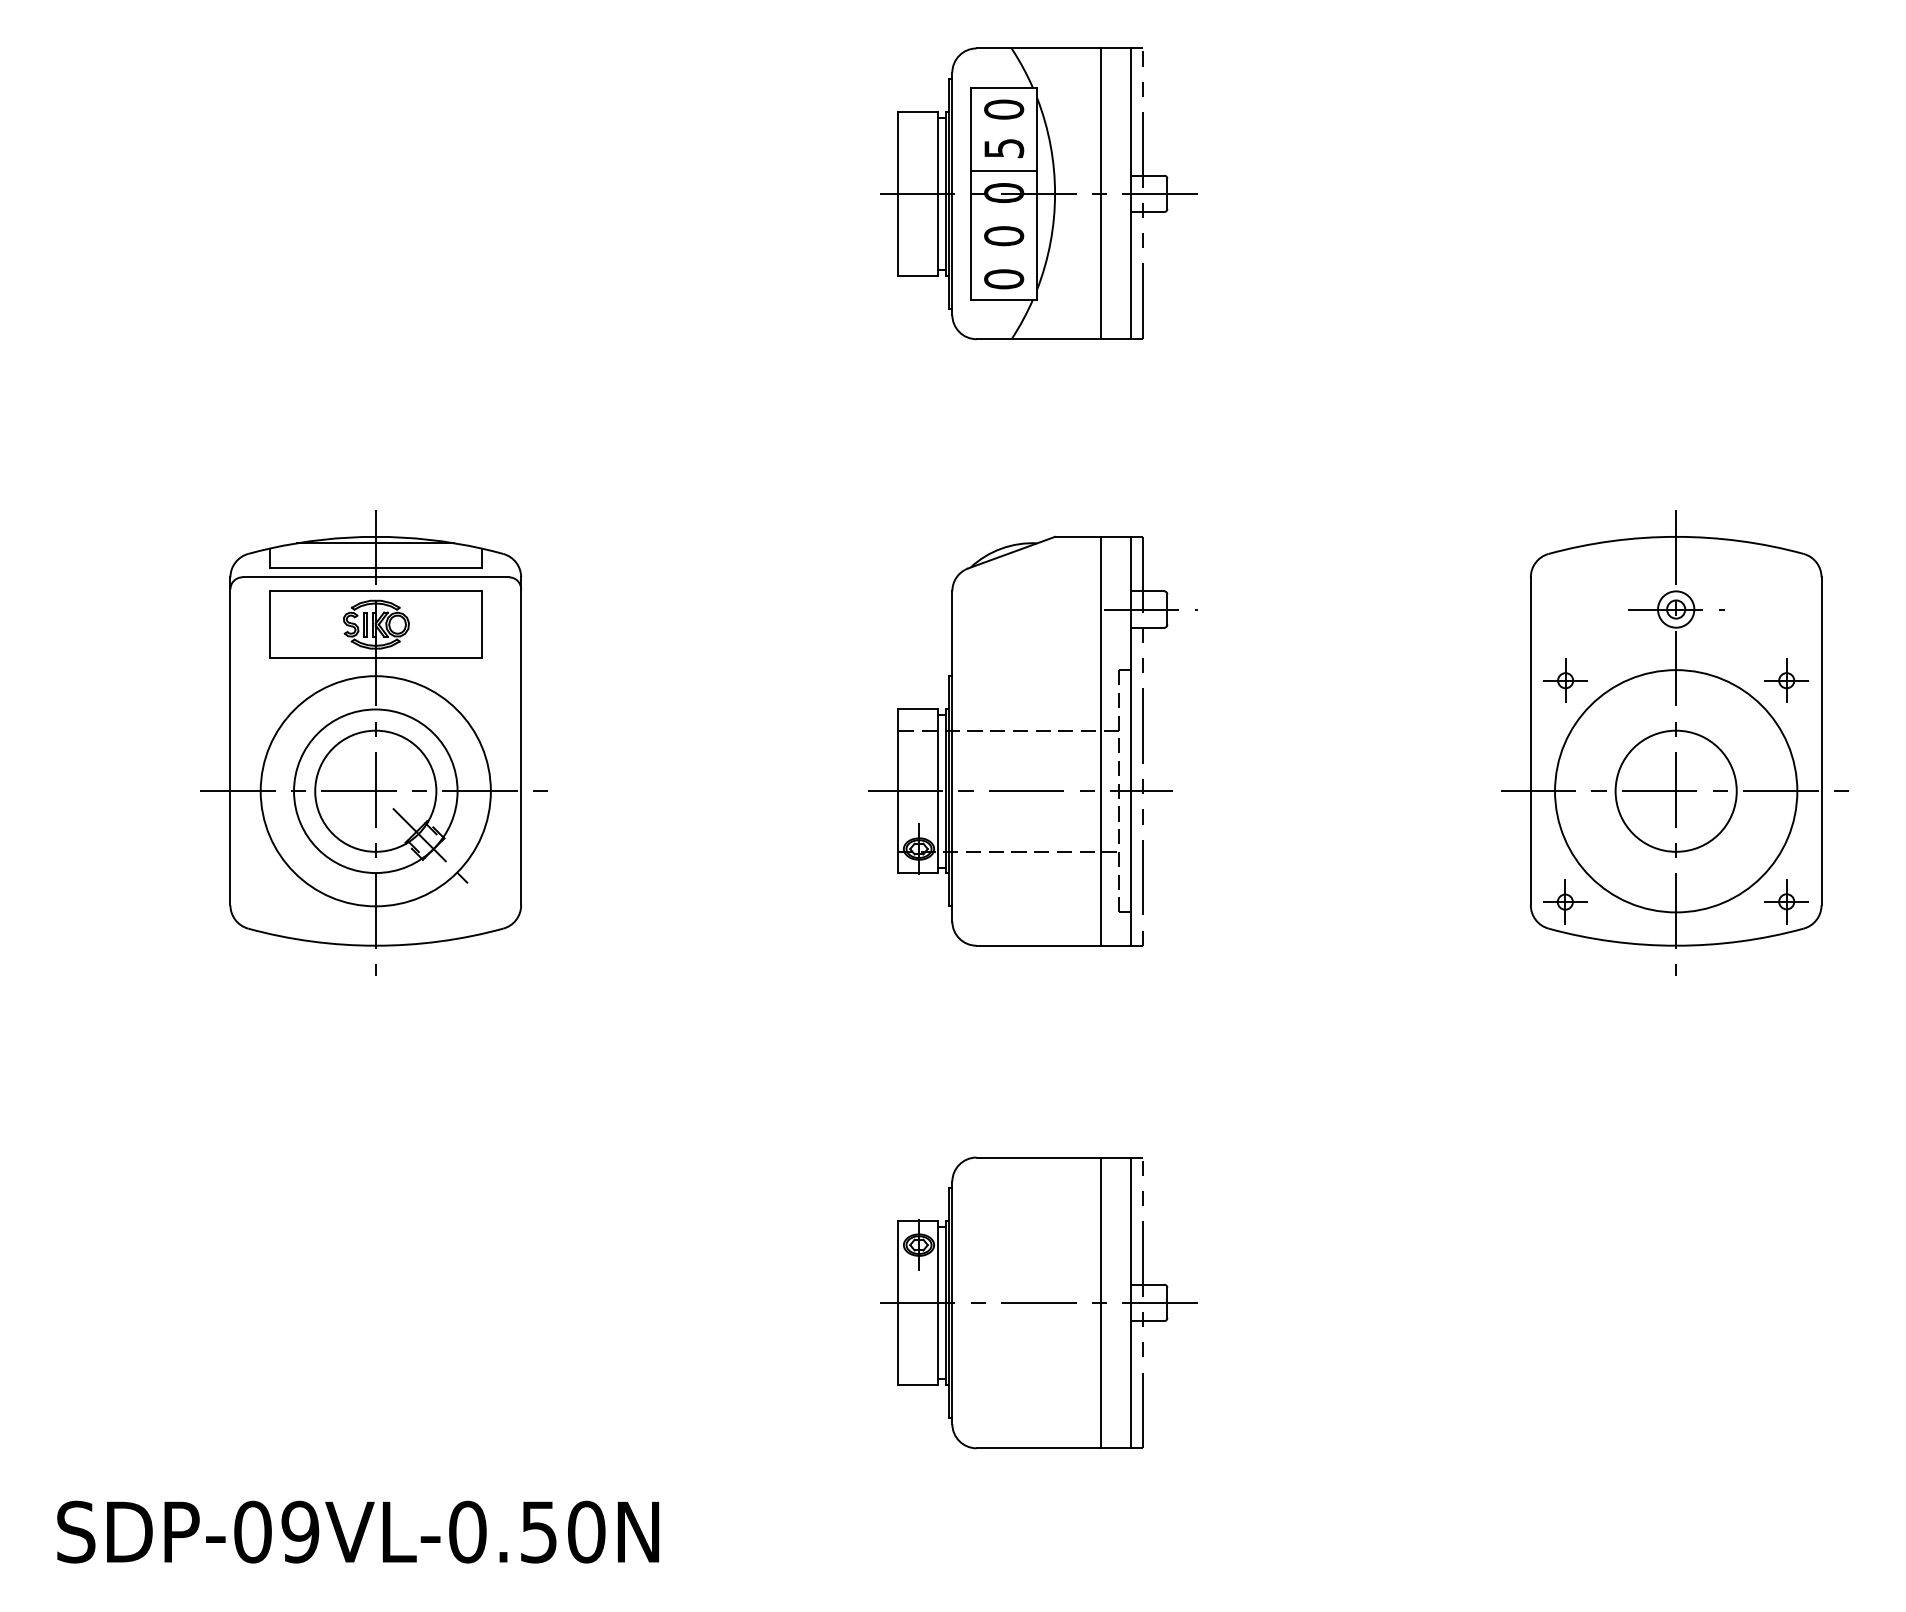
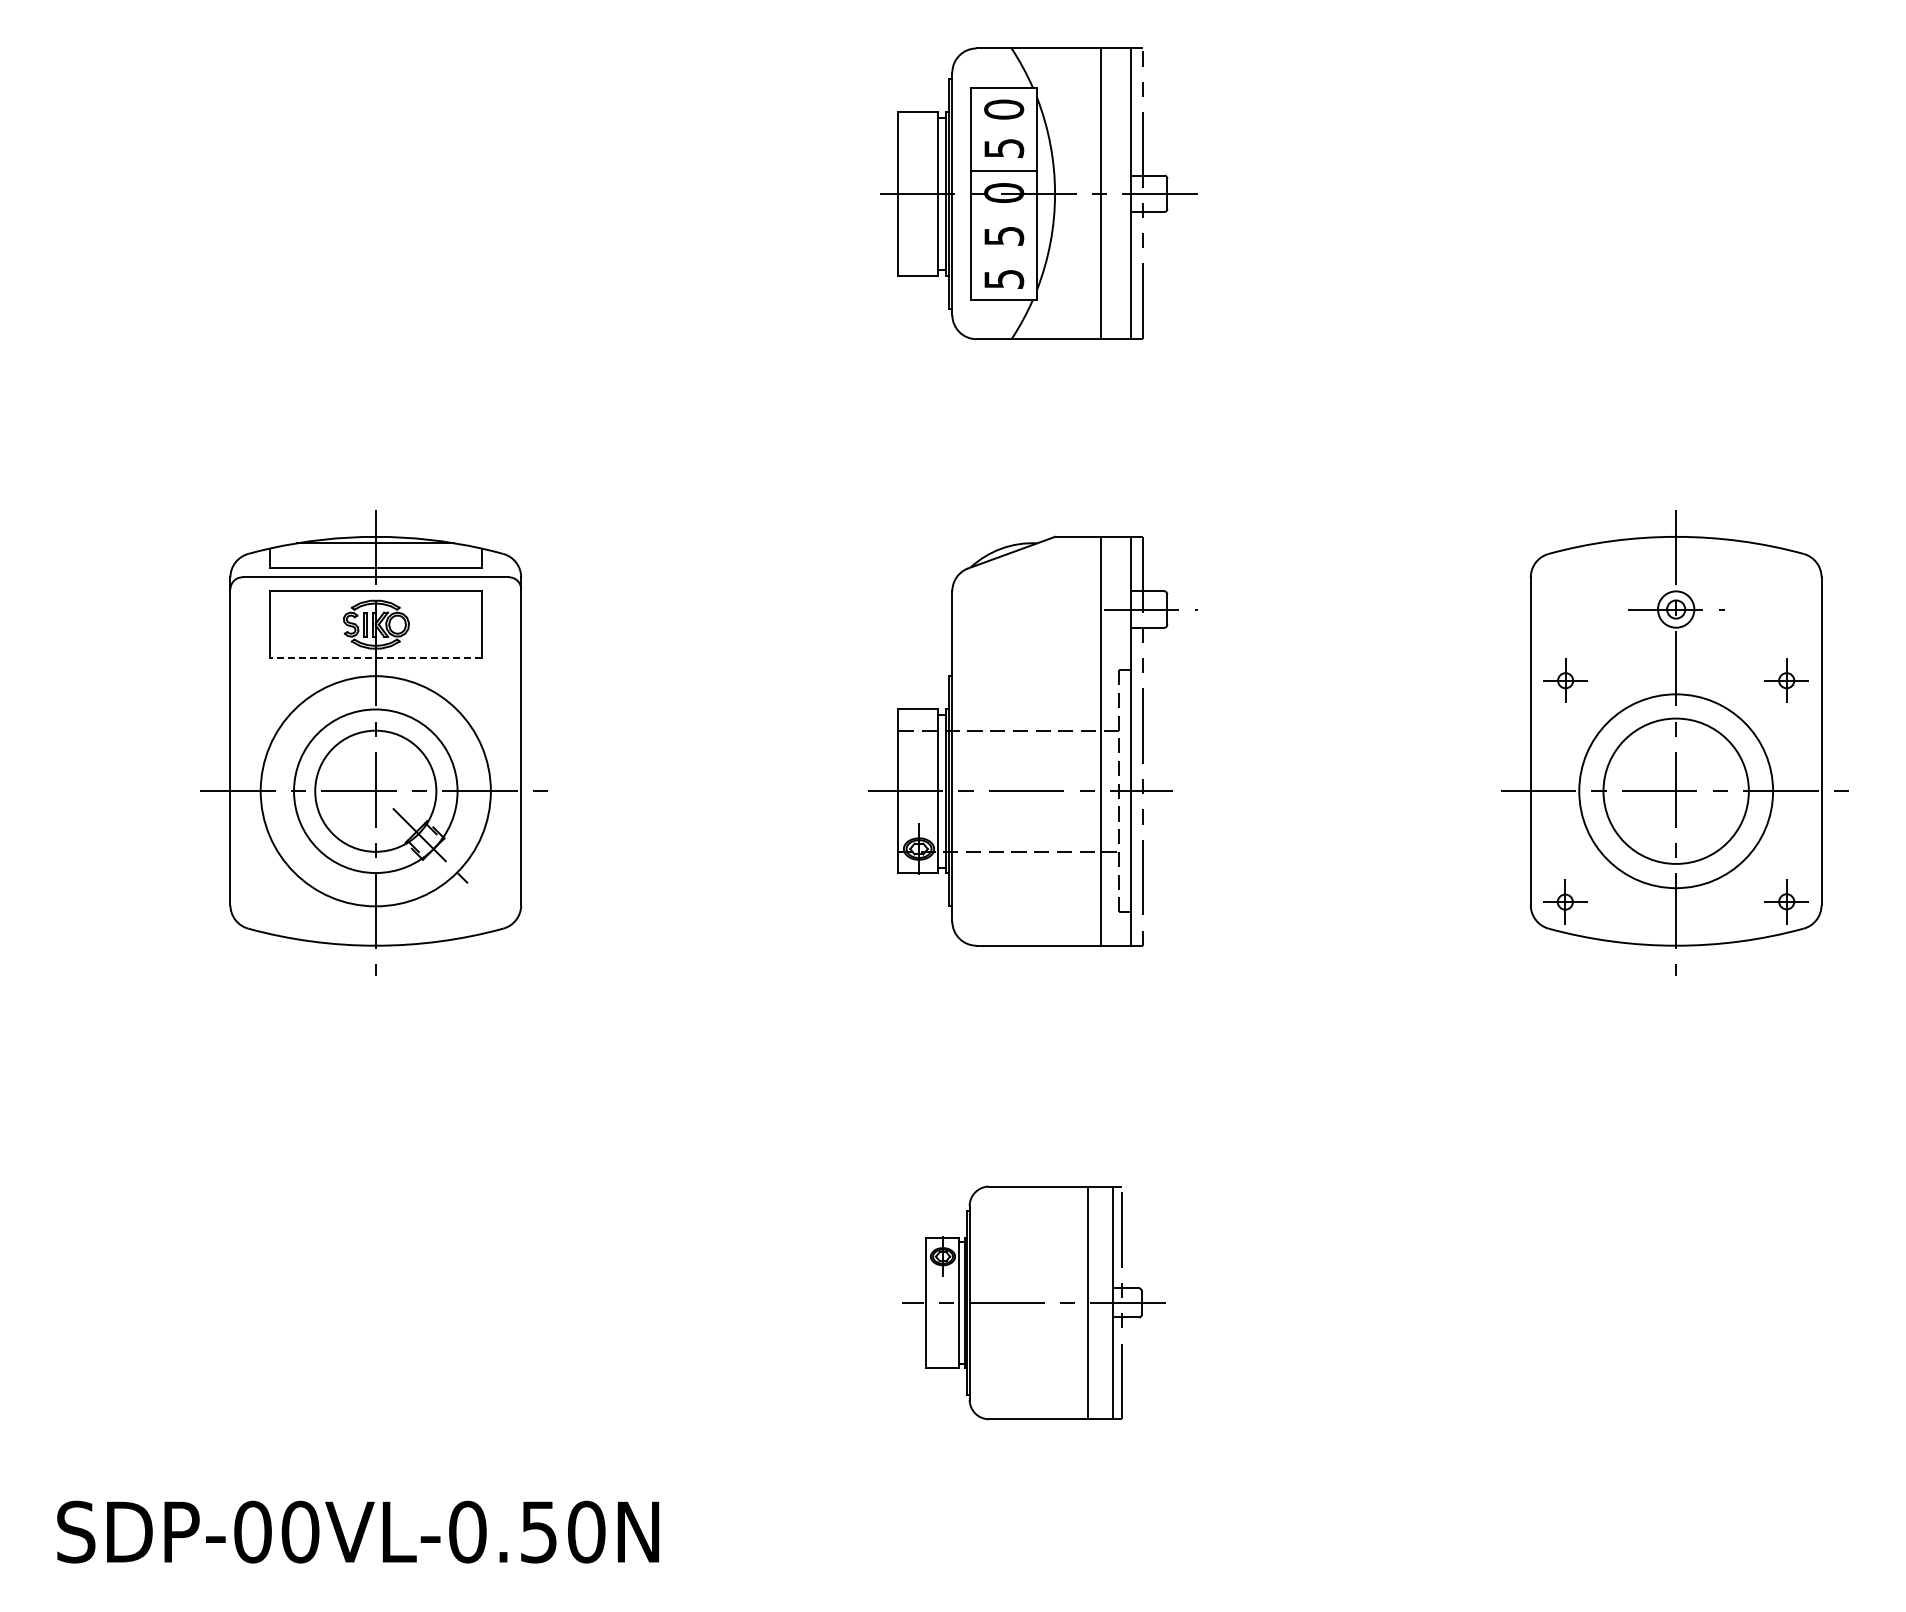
text at (1004, 236): 0 -> 5
text at (1004, 279): 0 -> 5
line at (375, 658): solid -> dashed
circle at (1675, 790) diameter: 121 px -> 194 px
circle at (1676, 791) diameter: 242 px -> 145 px
part at (1038, 1302) size: 318x294 px -> 261x236 px
text at (300, 1531): SDP-09VL-0.50N -> SDP-00VL-0.50N
